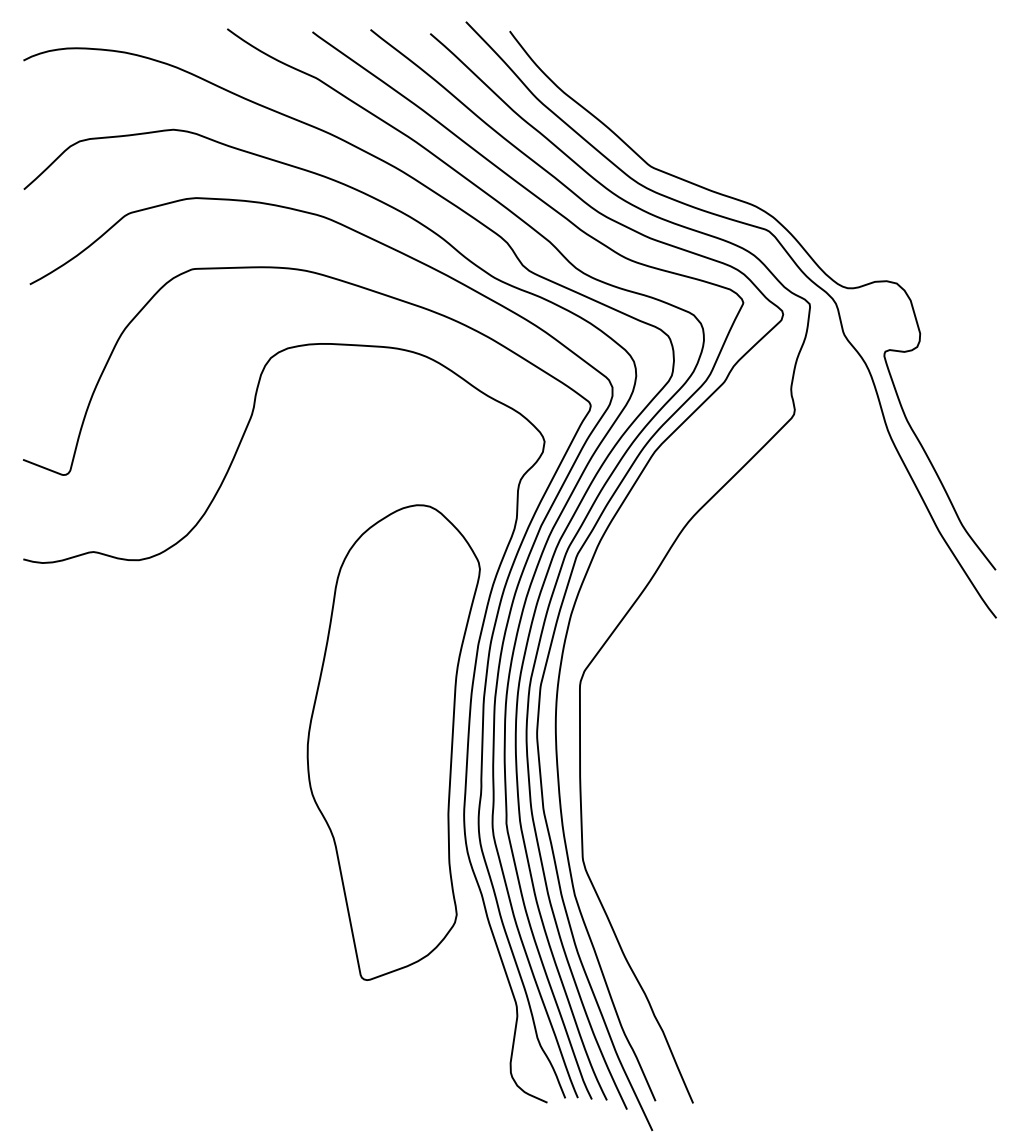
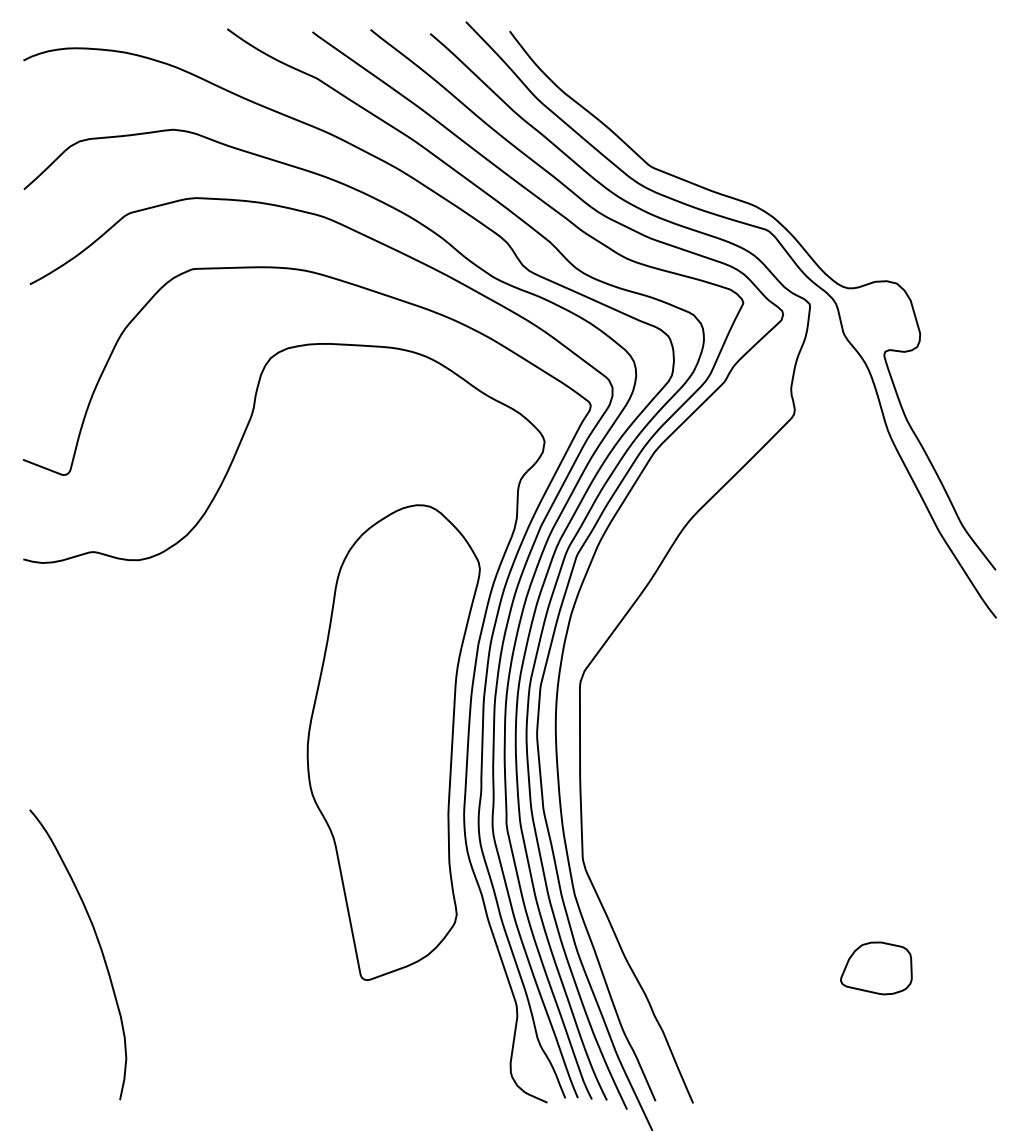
curve at (99, 947): none -> present
part at (876, 968): none -> present
